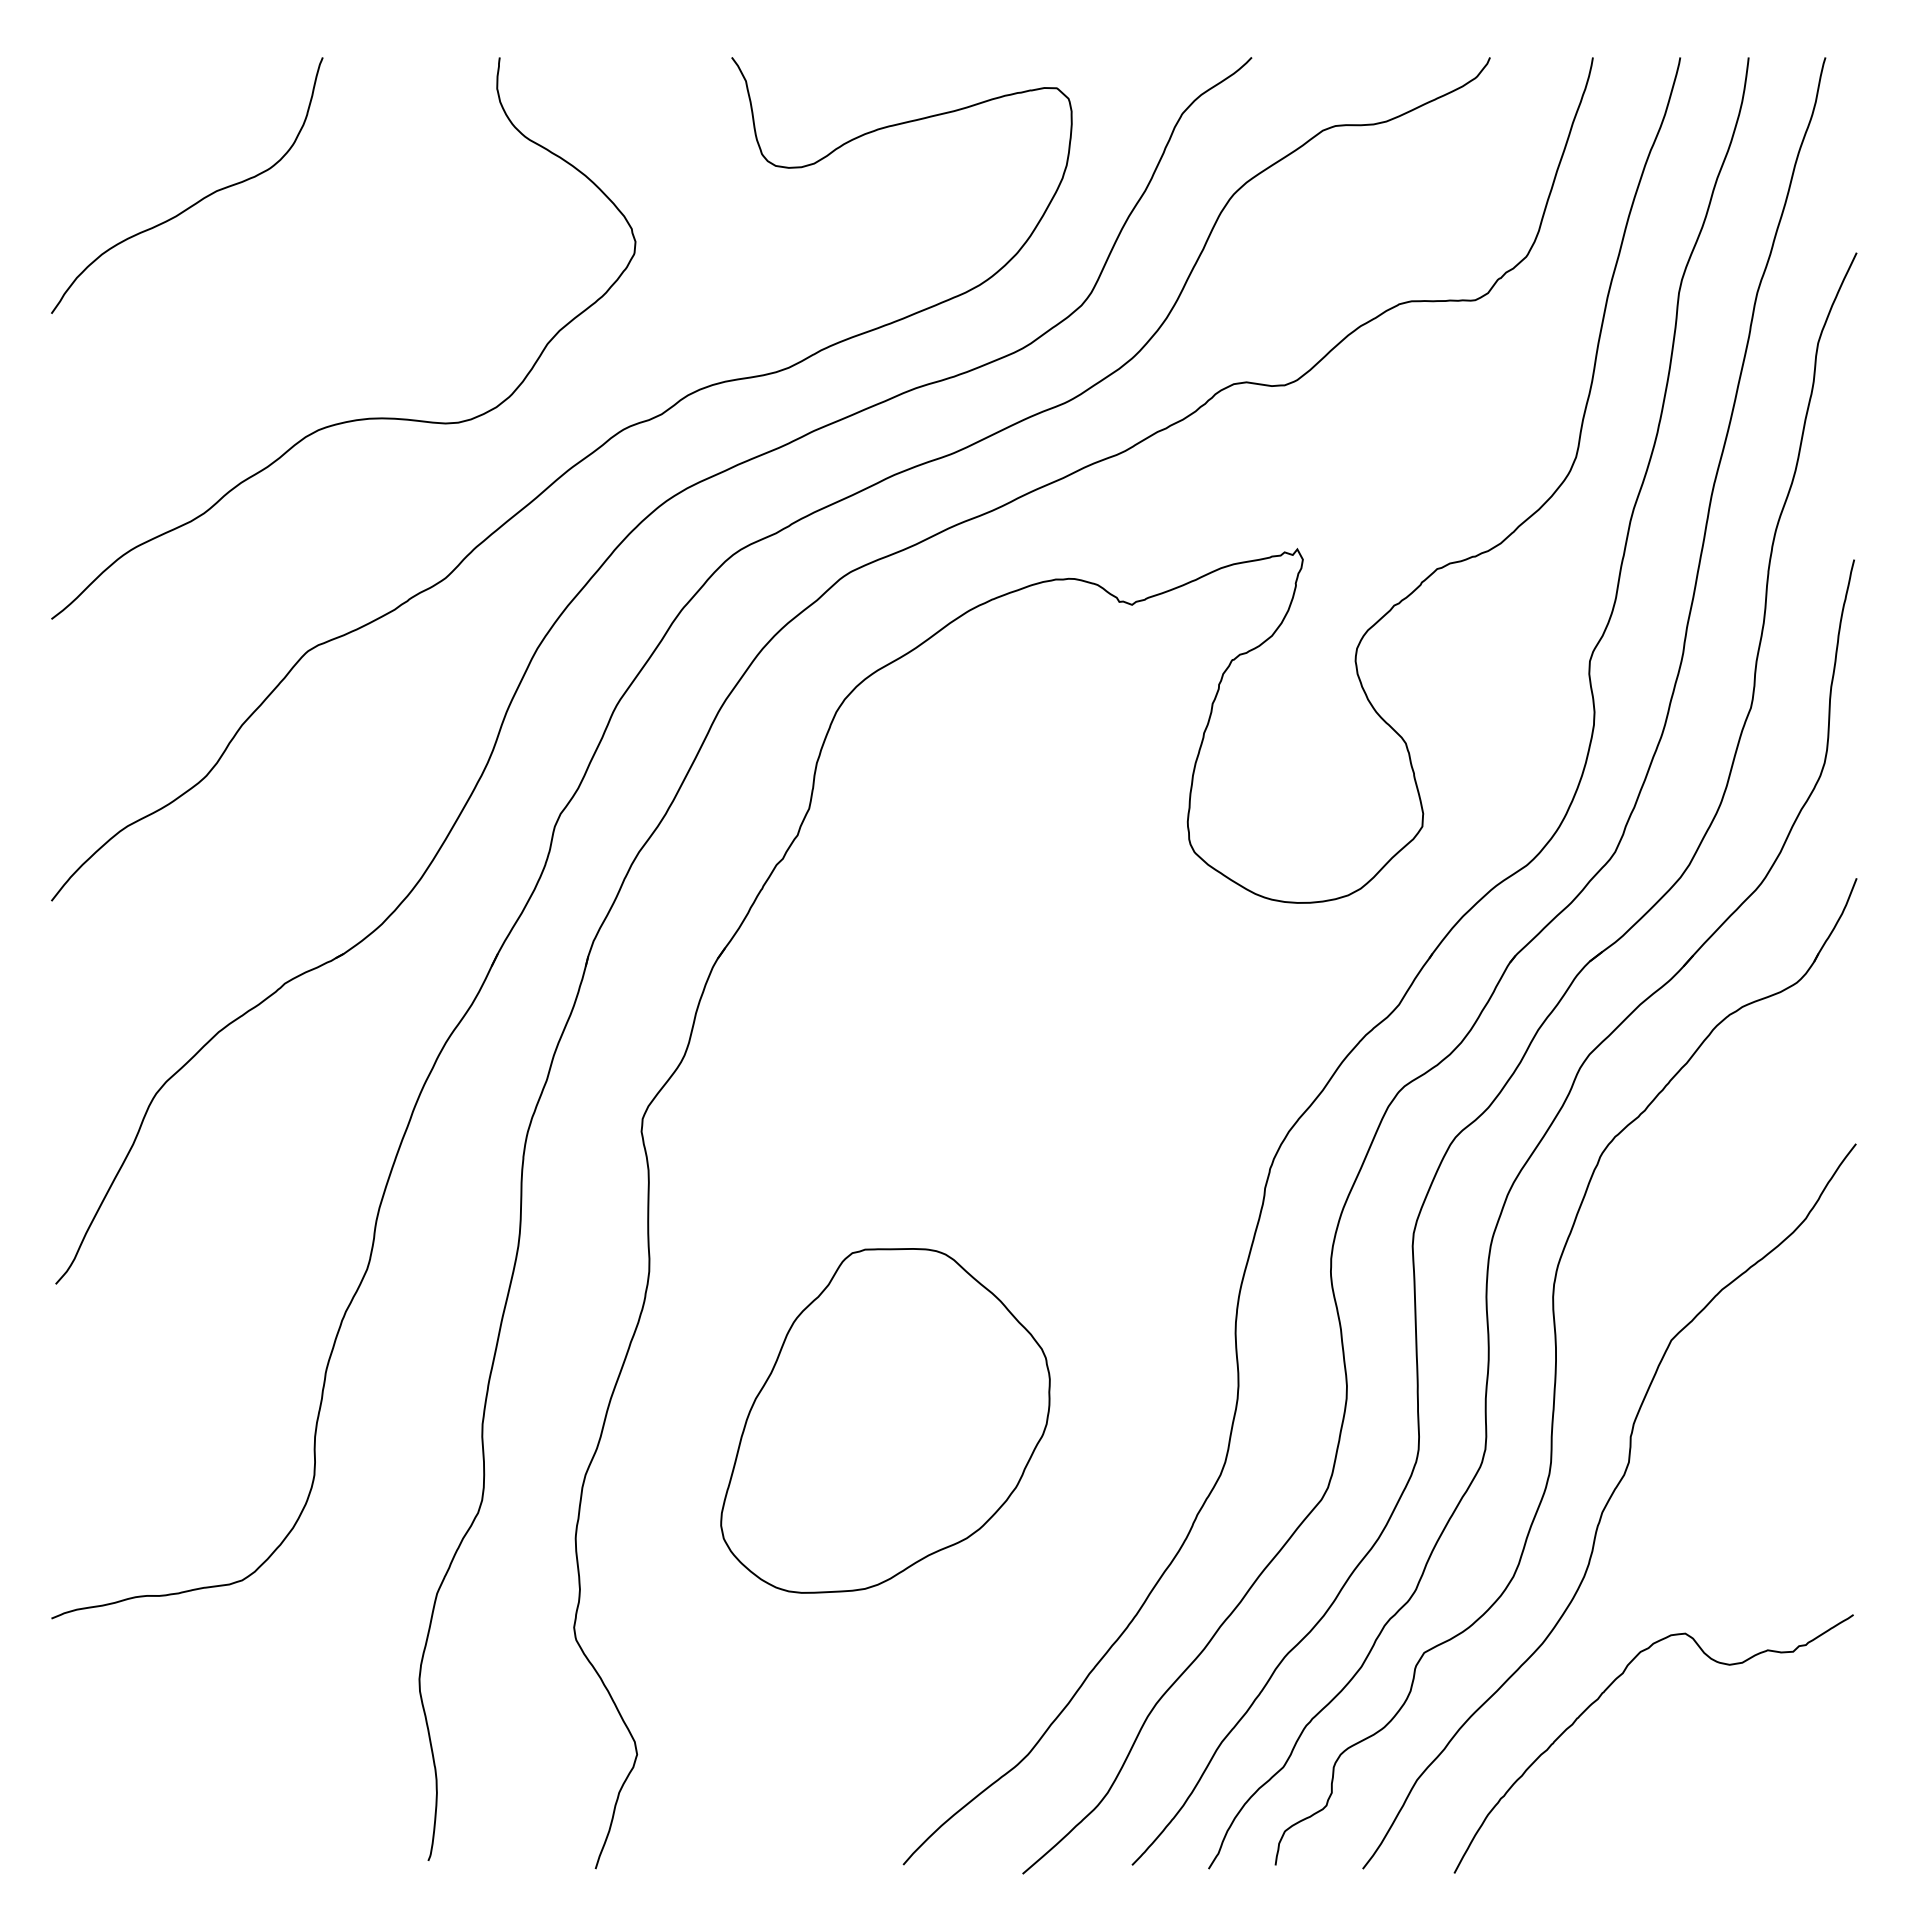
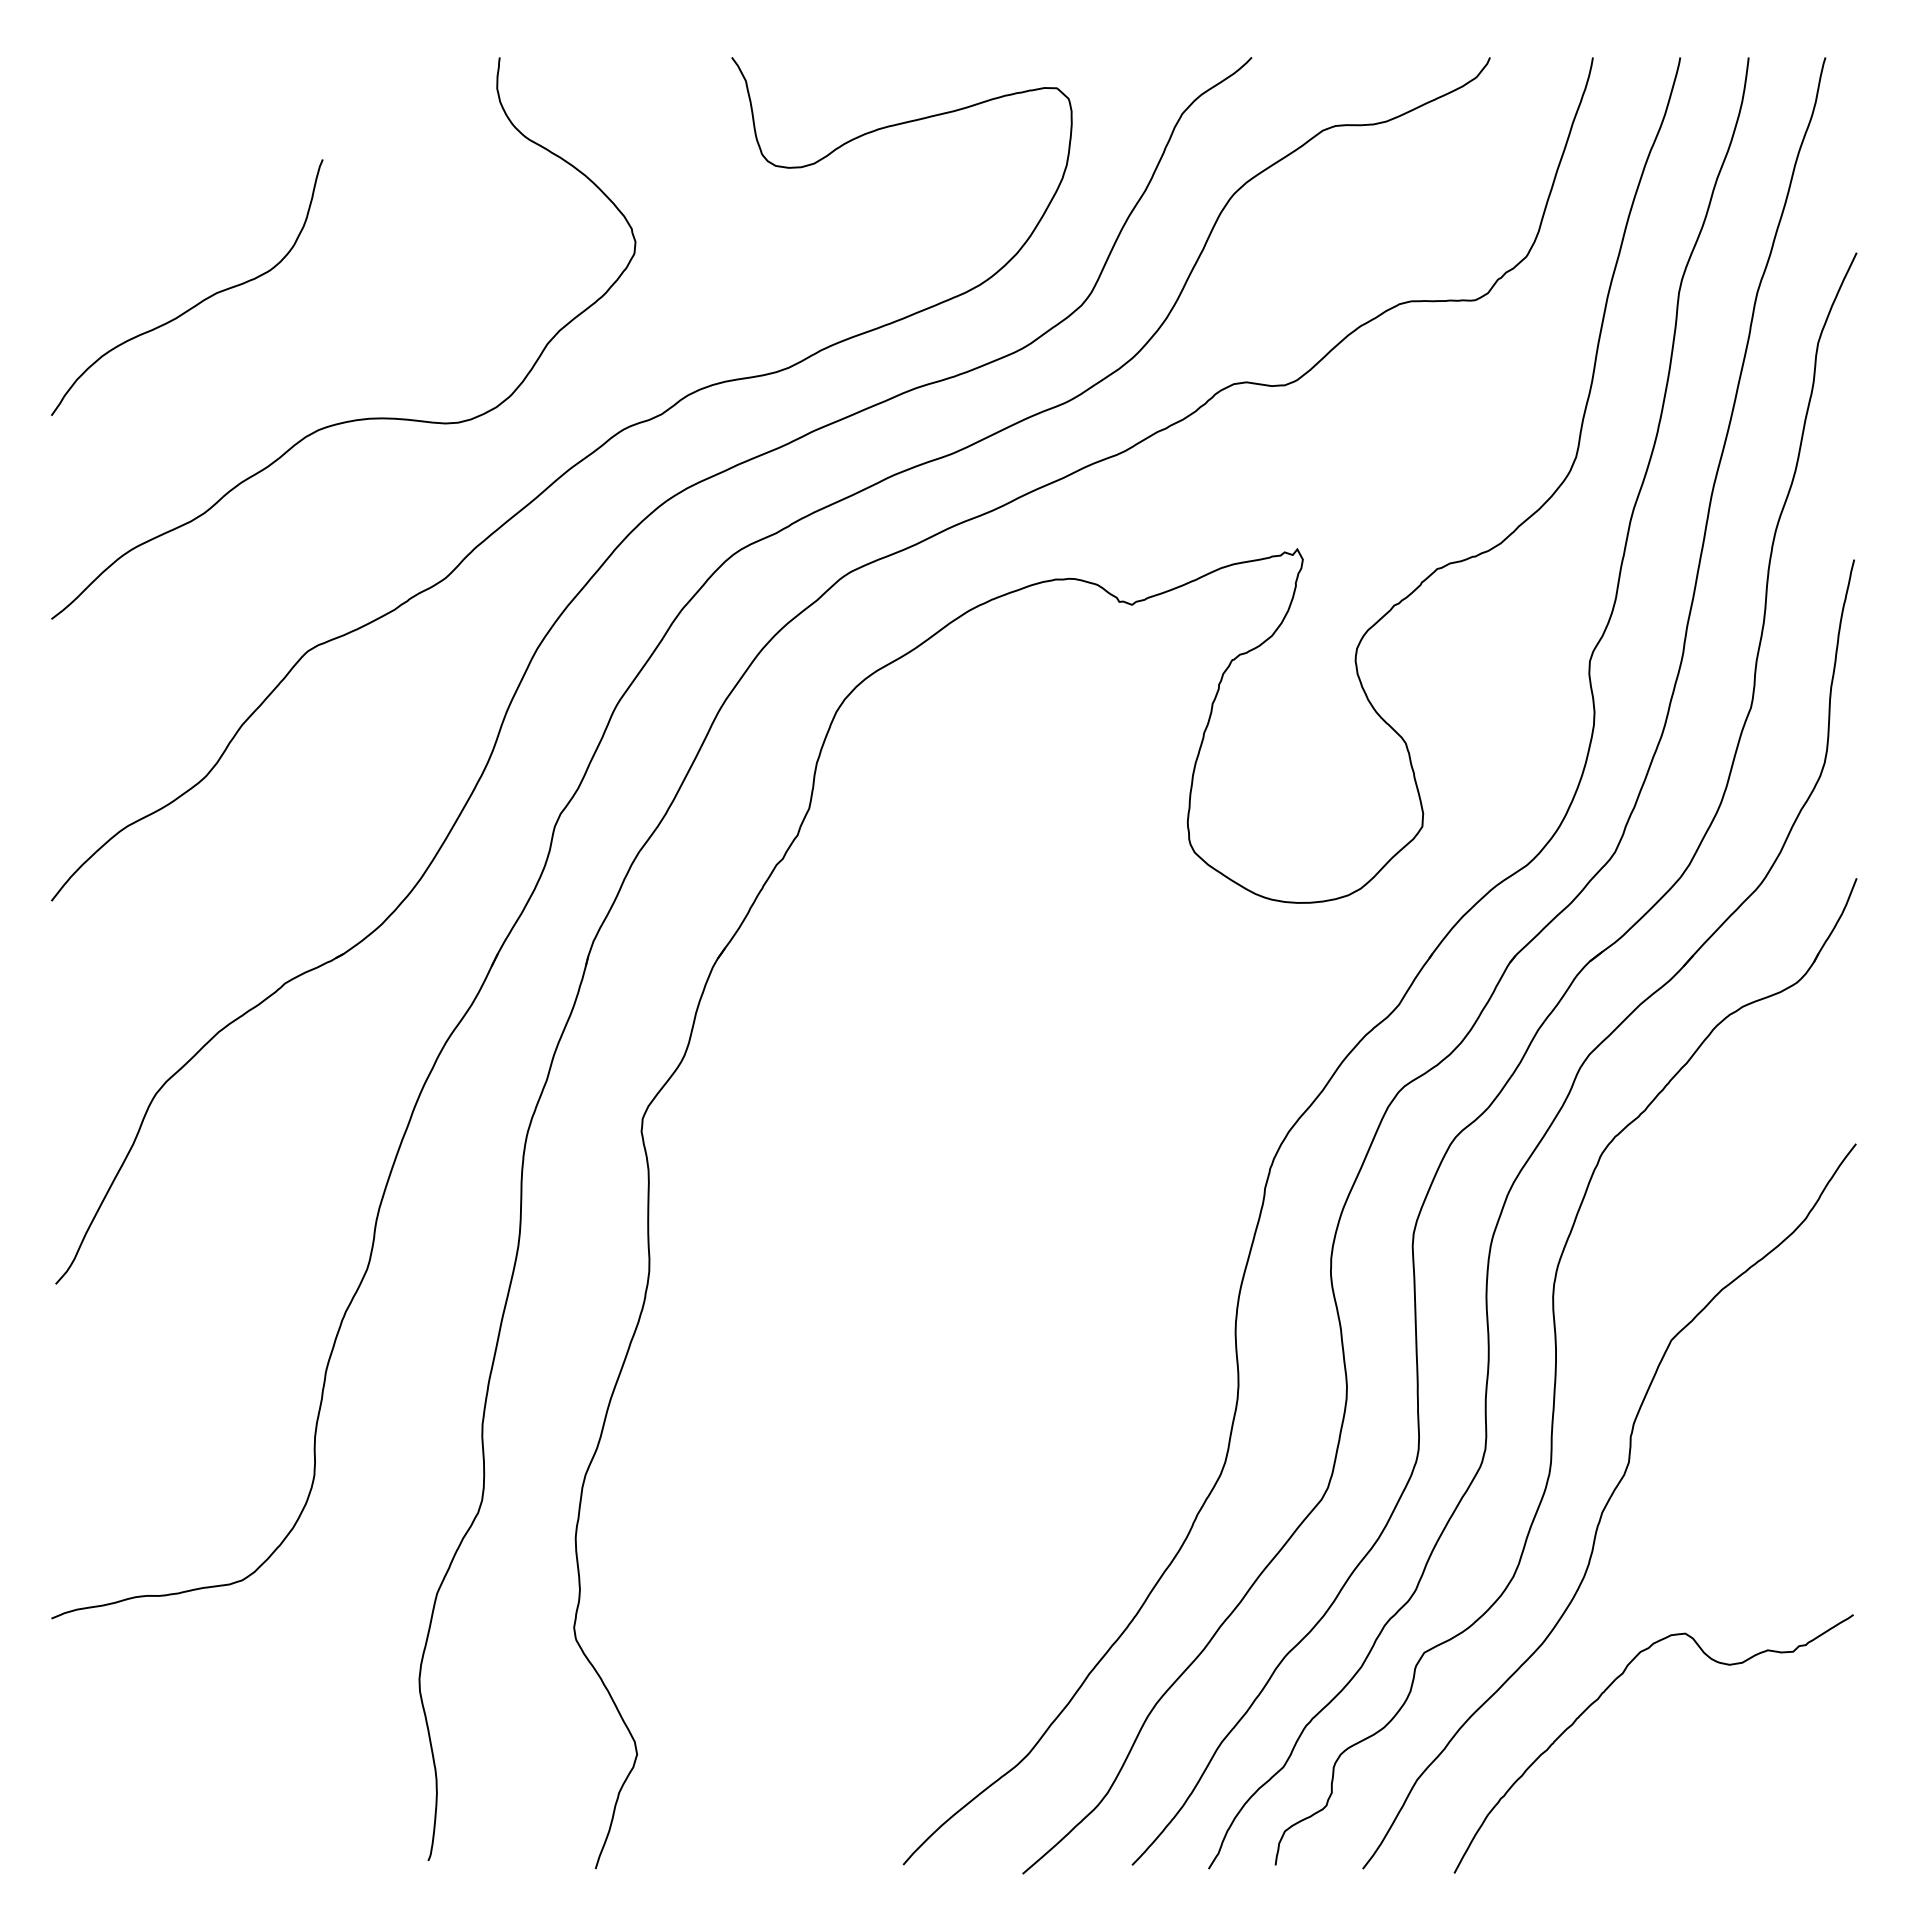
curve at (198, 200) position: (198, 200) -> (198, 302)
part at (885, 1420): present -> none
